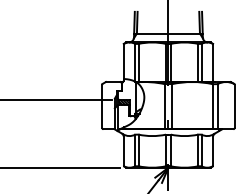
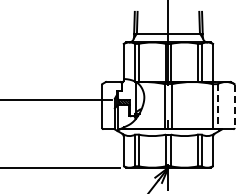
line at (217, 106): solid -> dashed
line at (234, 106): solid -> dashed
